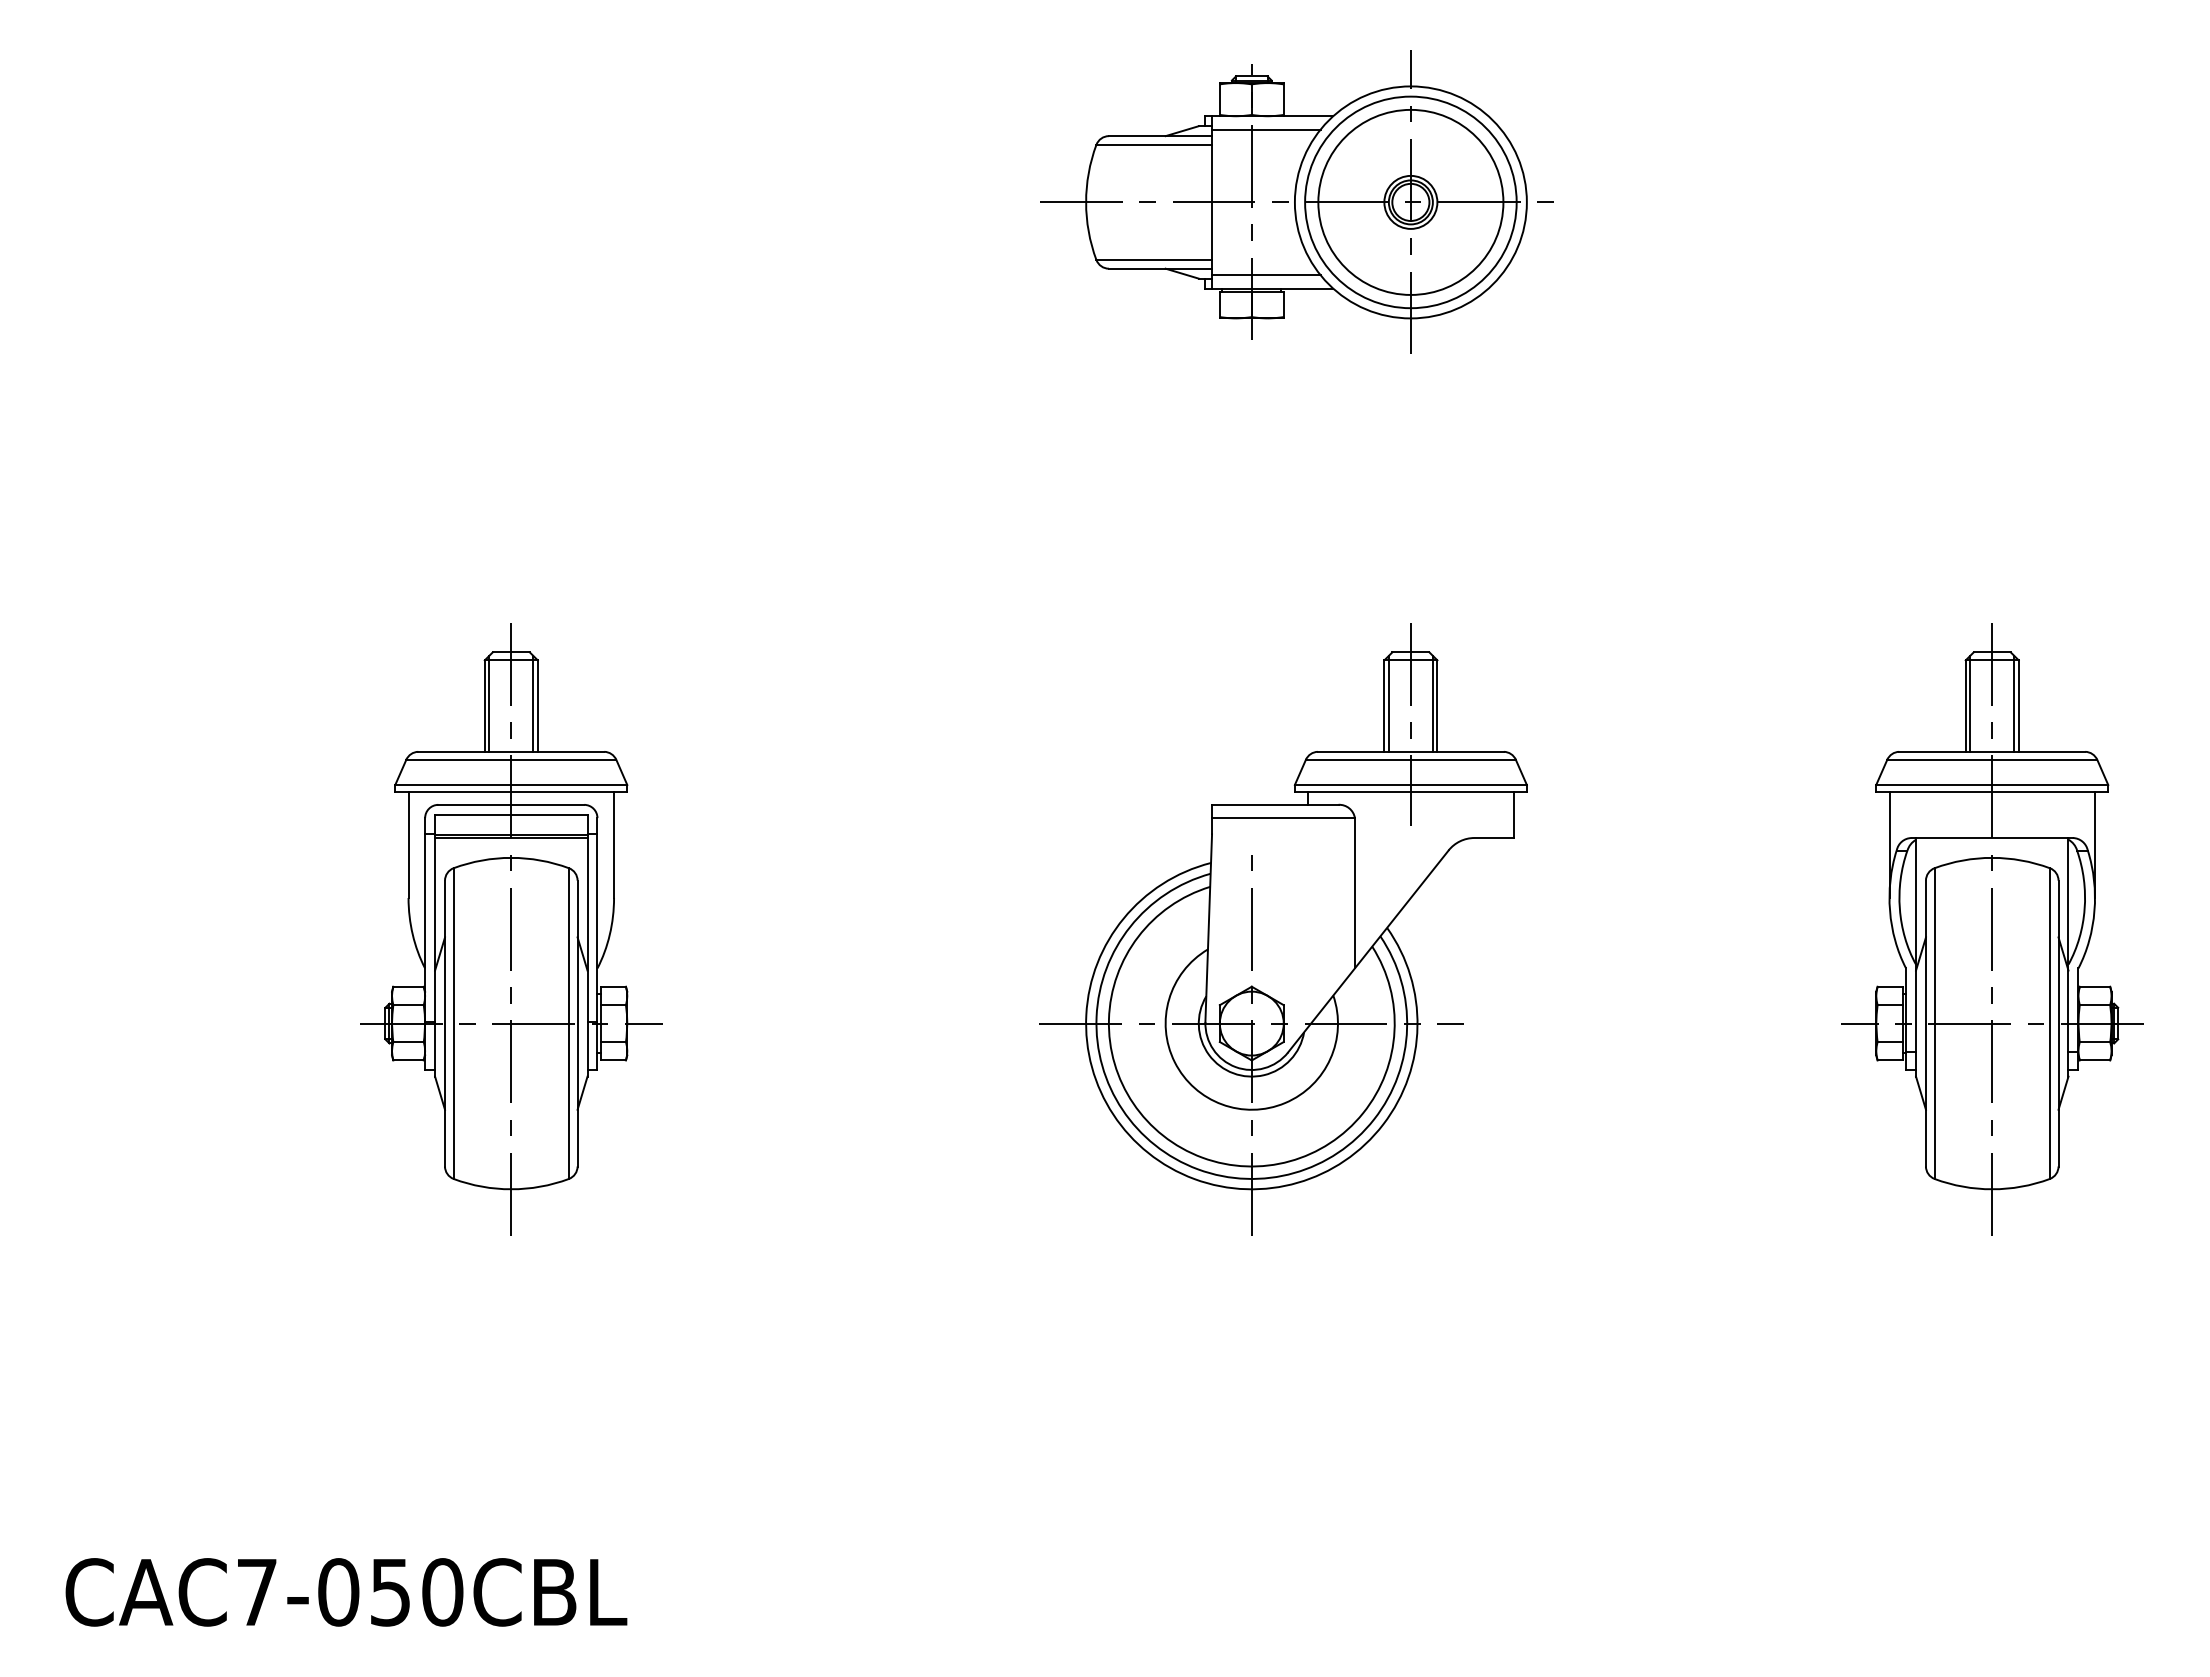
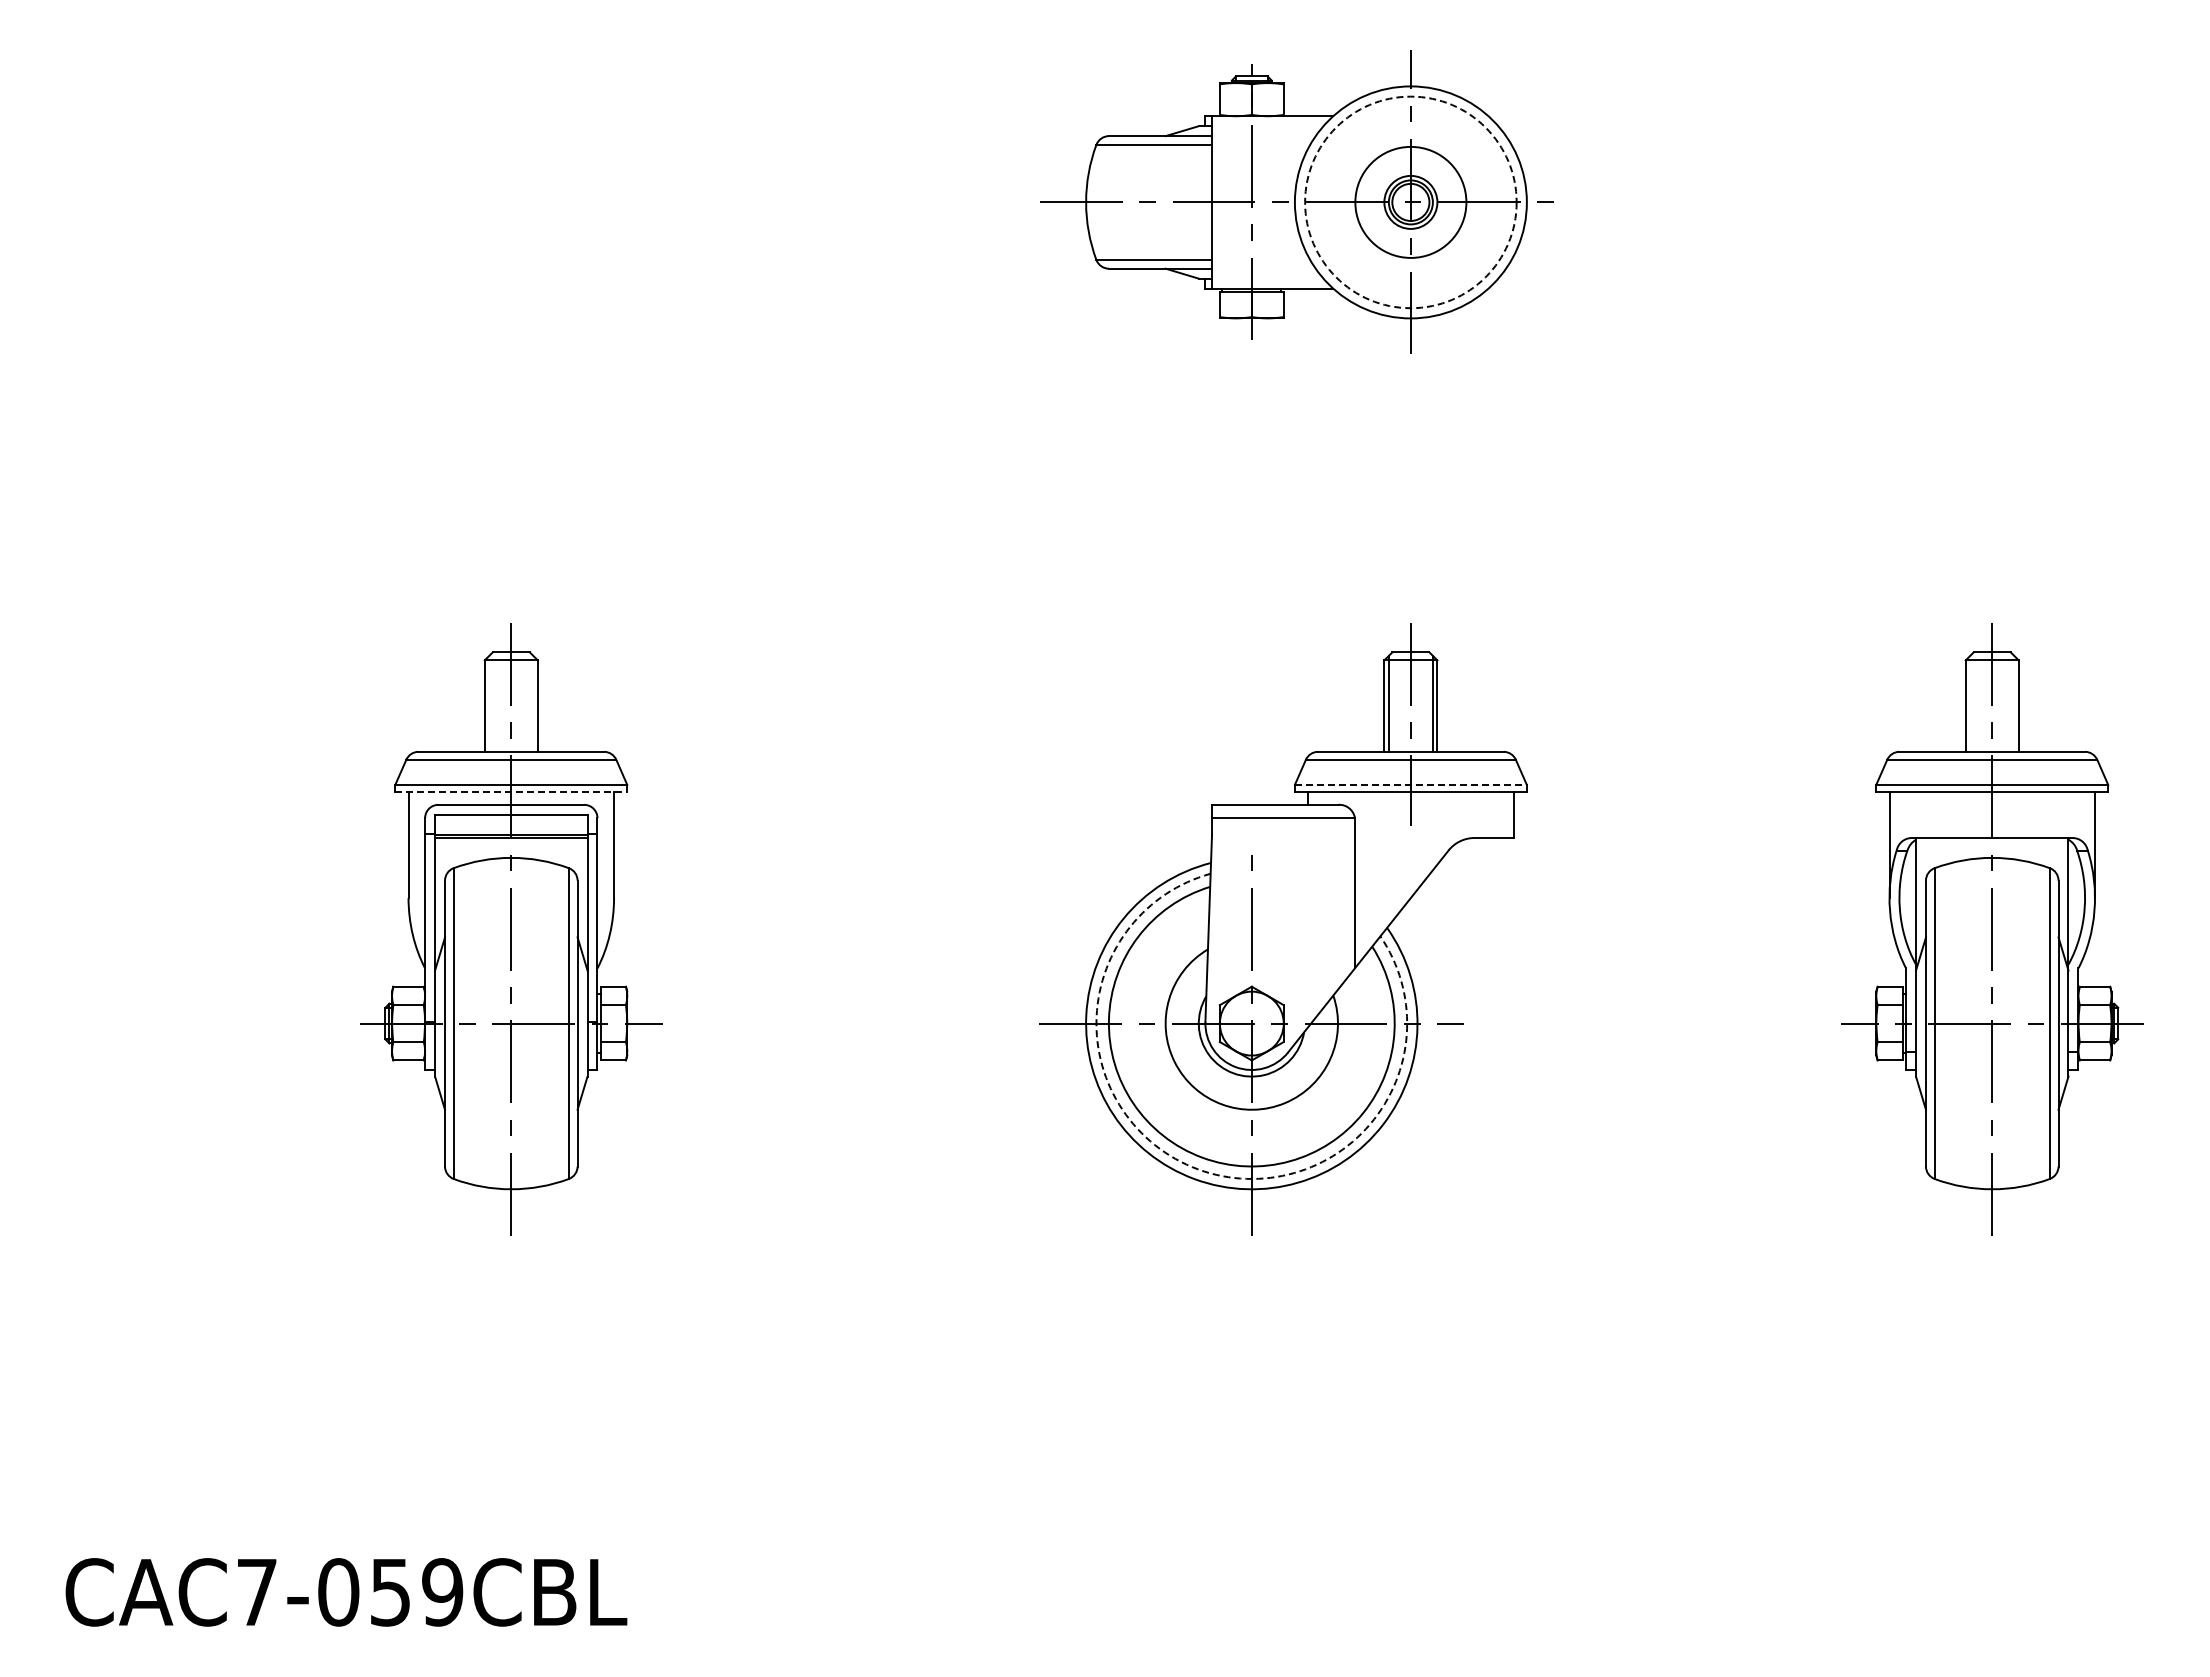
line at (1266, 129): present -> none
circle at (1410, 201) diameter: 185 px -> 111 px
circle at (1410, 202): solid -> dashed
line at (1266, 275): present -> none
line at (489, 703): present -> none
line at (533, 703): present -> none
line at (1970, 703): present -> none
line at (2014, 703): present -> none
line at (1410, 784): solid -> dashed
line at (511, 791): solid -> dashed
arc at (1198, 1169): solid -> dashed
text at (442, 1592): CAC7-050CBL -> CAC7-059CBL
